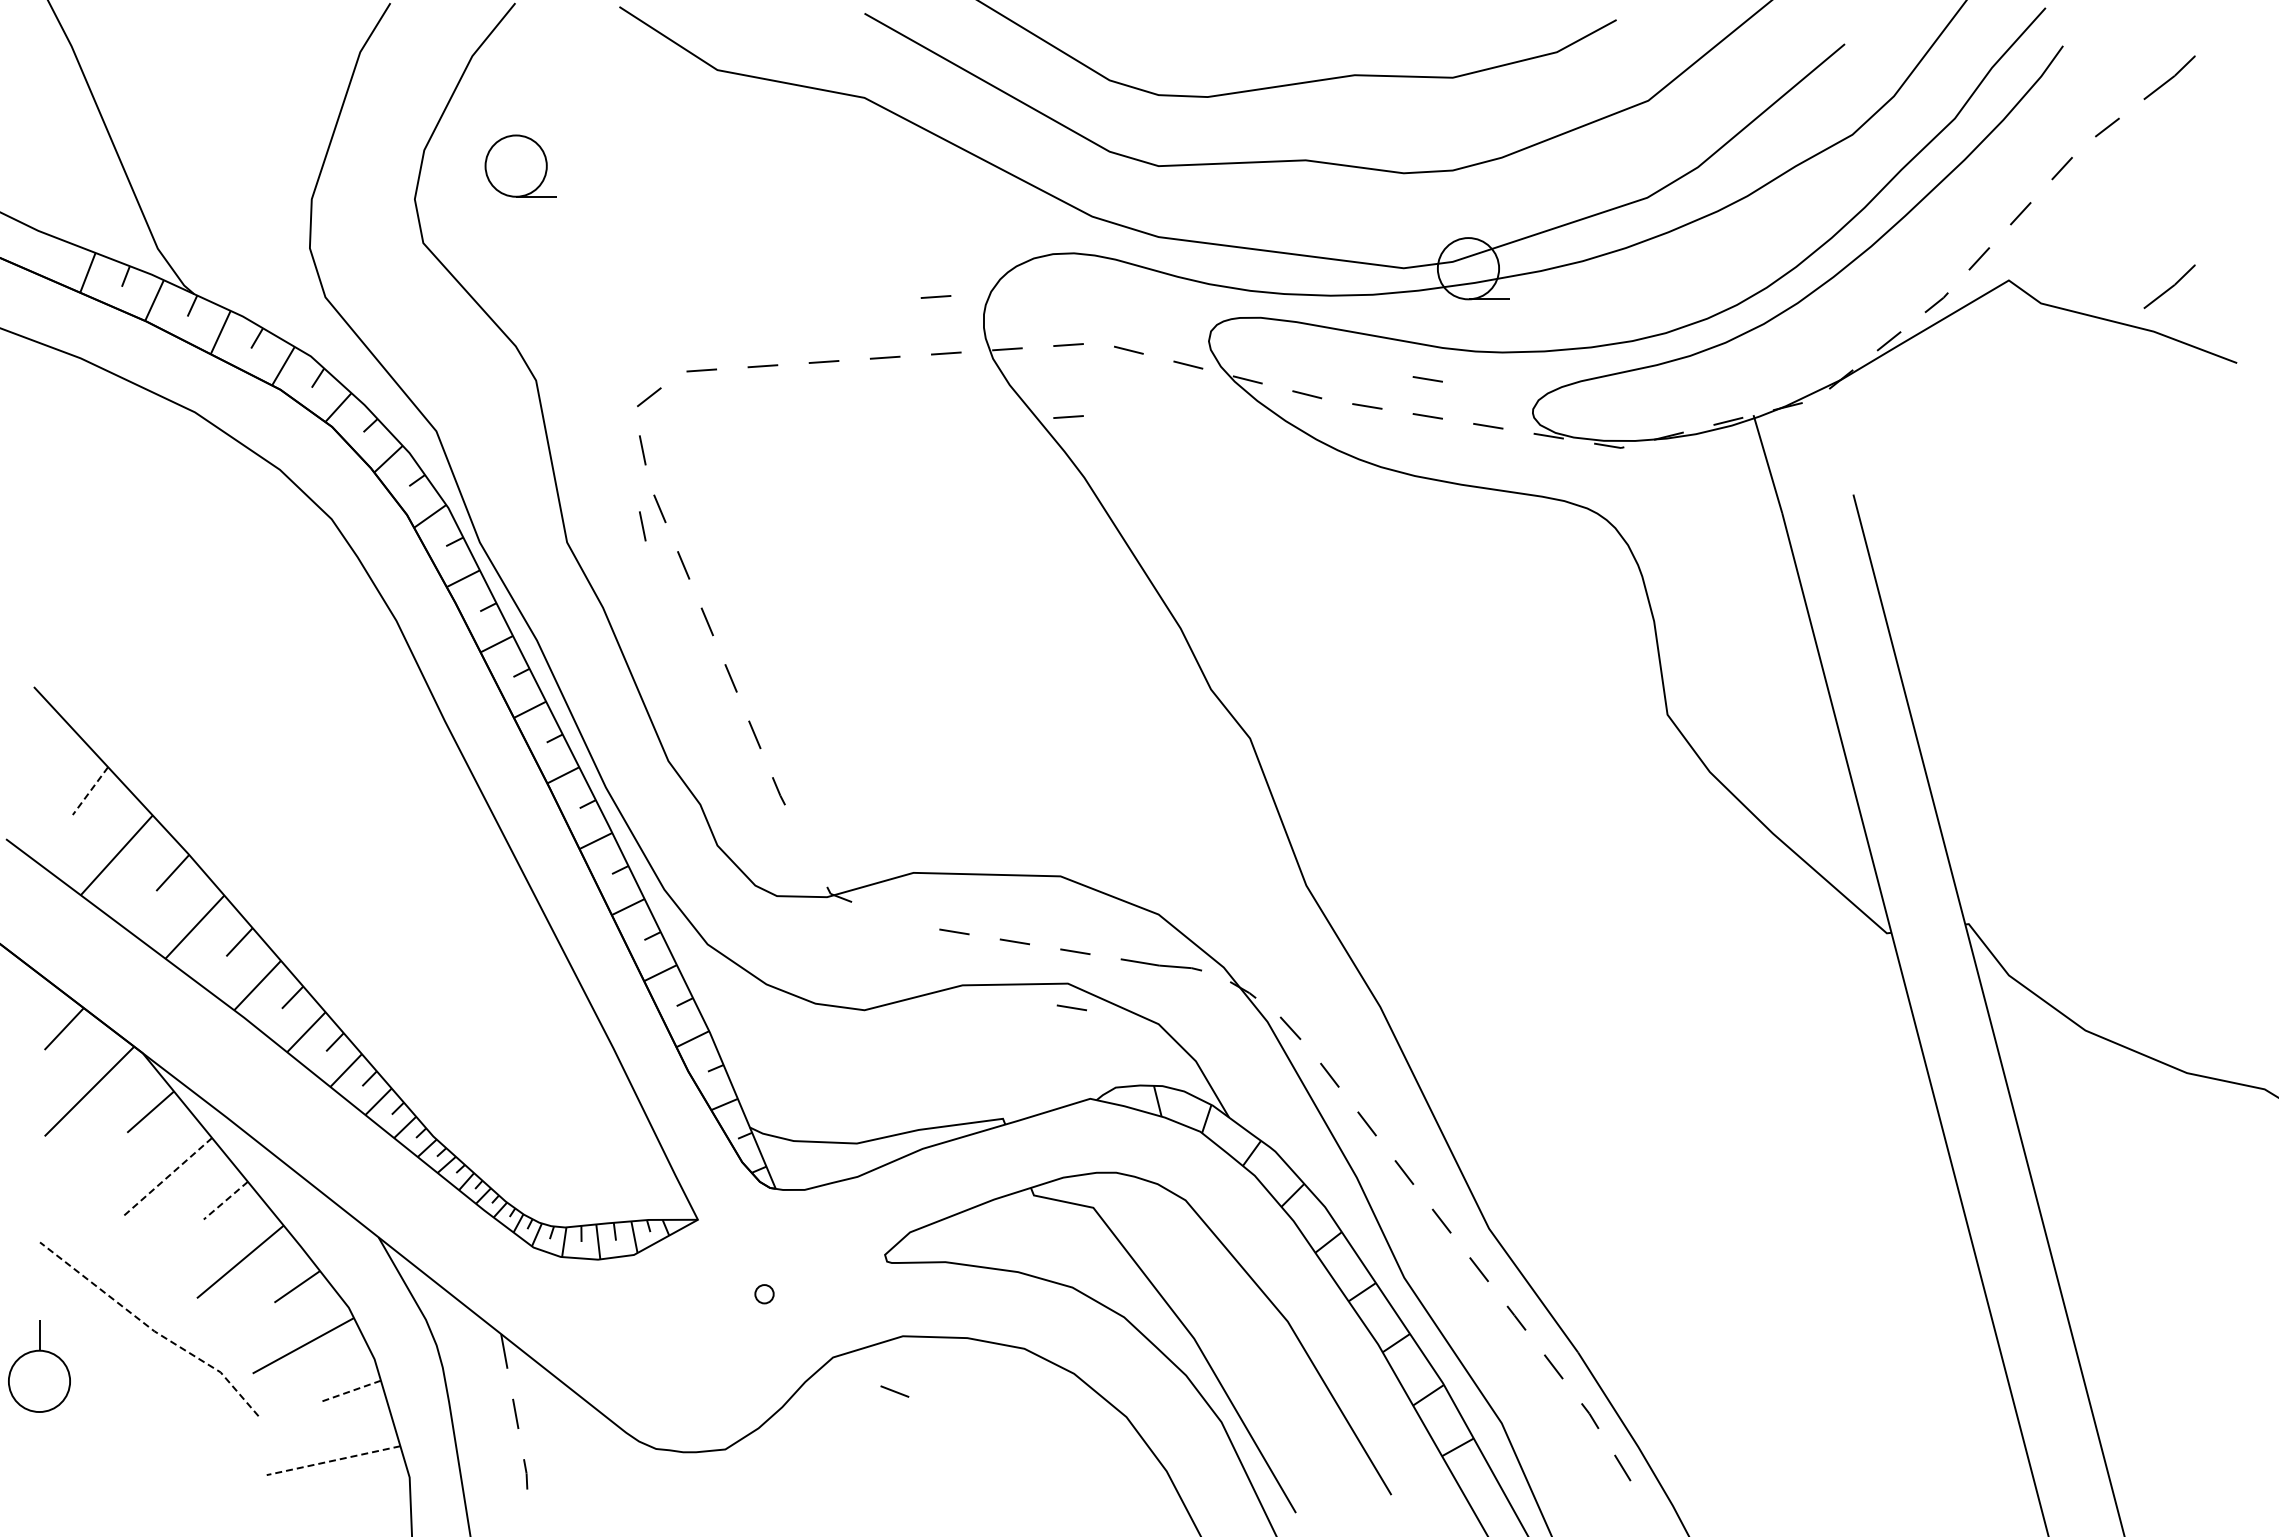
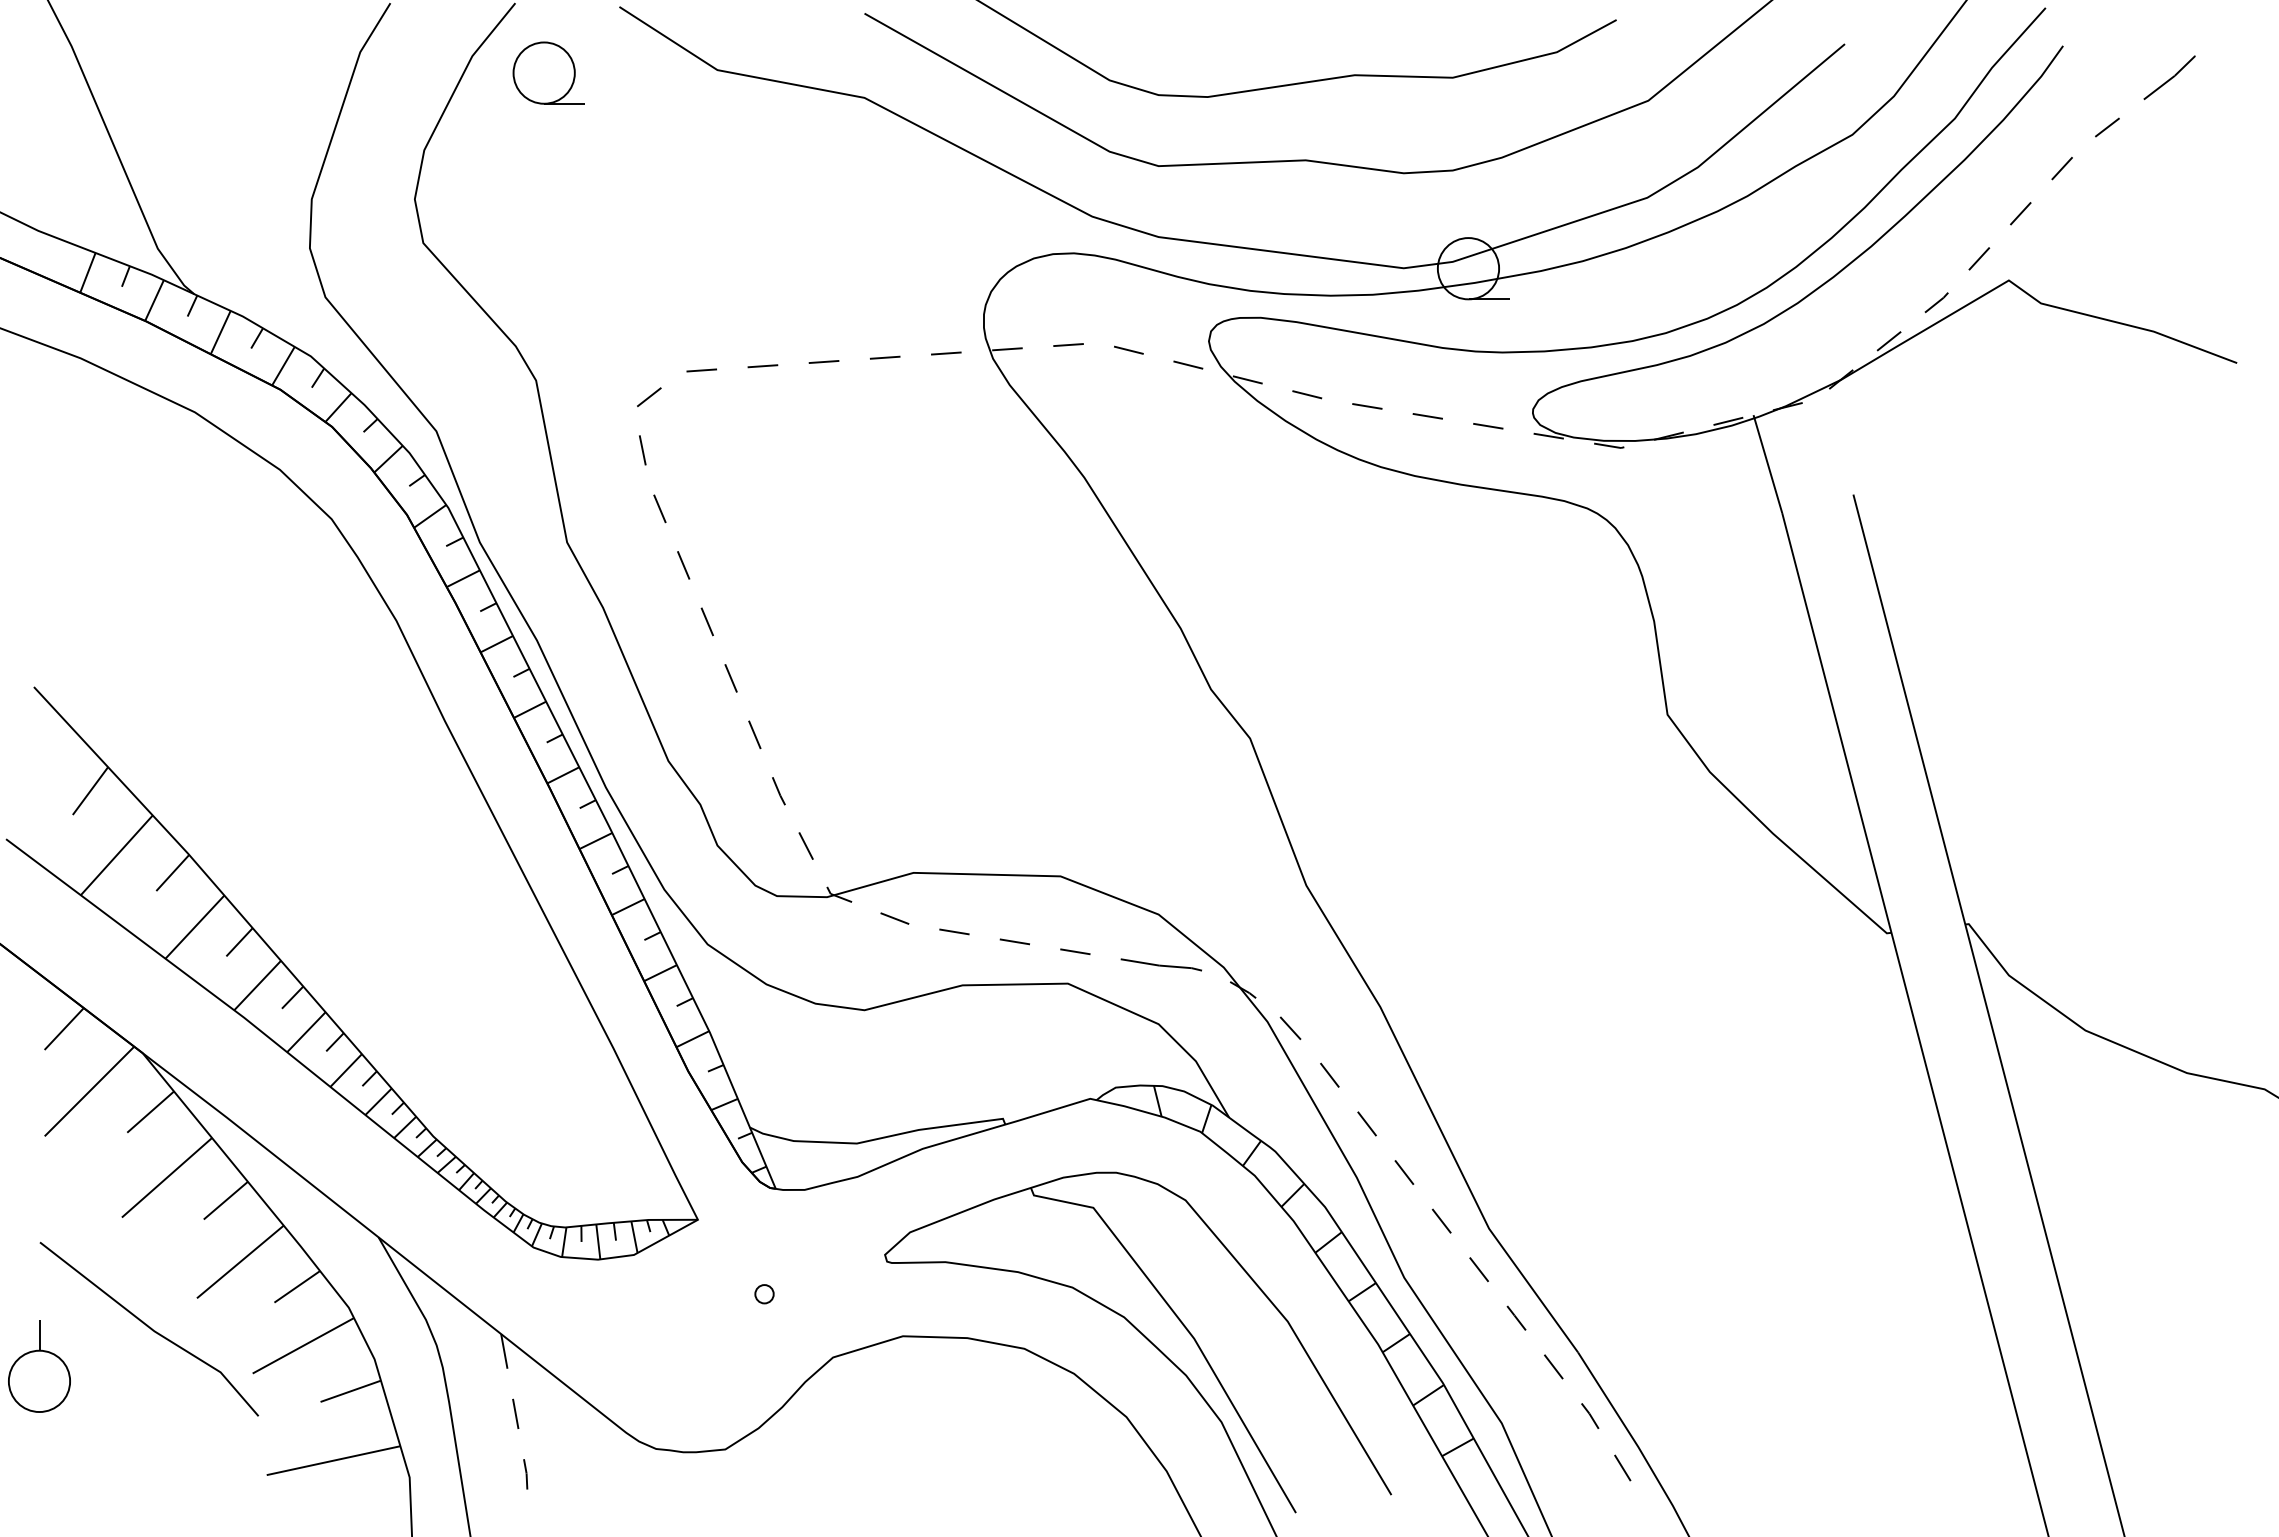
part at (520, 165) position: (520, 165) -> (548, 72)
part at (2169, 286): present -> none
line at (935, 296): present -> none
line at (1427, 379): present -> none
line at (1068, 416): present -> none
line at (642, 526): present -> none
line at (90, 791): dashed -> solid
line at (805, 845): none -> present
line at (1071, 1007): present -> none
line at (166, 1178): dashed -> solid
line at (225, 1200): dashed -> solid
line at (152, 1329): dashed -> solid
line at (350, 1391): dashed -> solid
line at (894, 1391) position: (894, 1391) -> (894, 918)
line at (333, 1460): dashed -> solid
